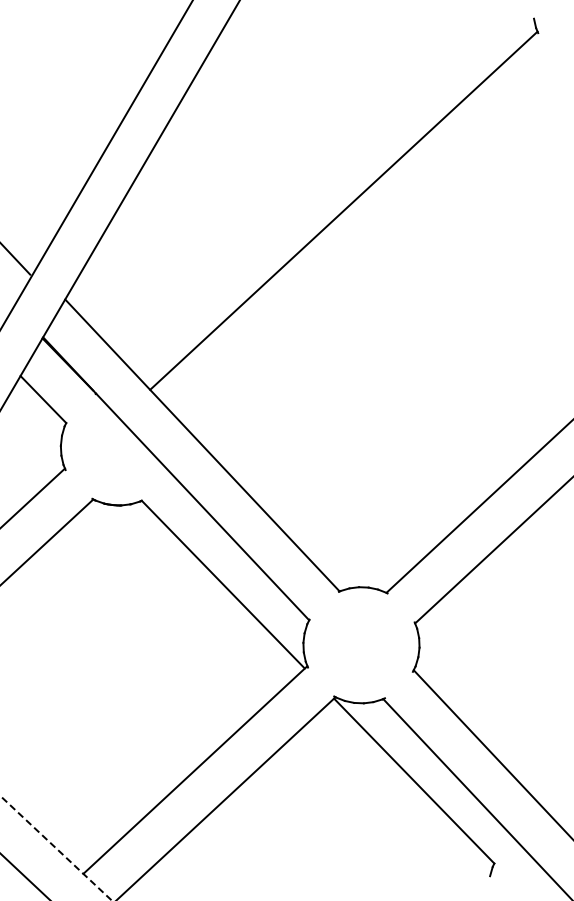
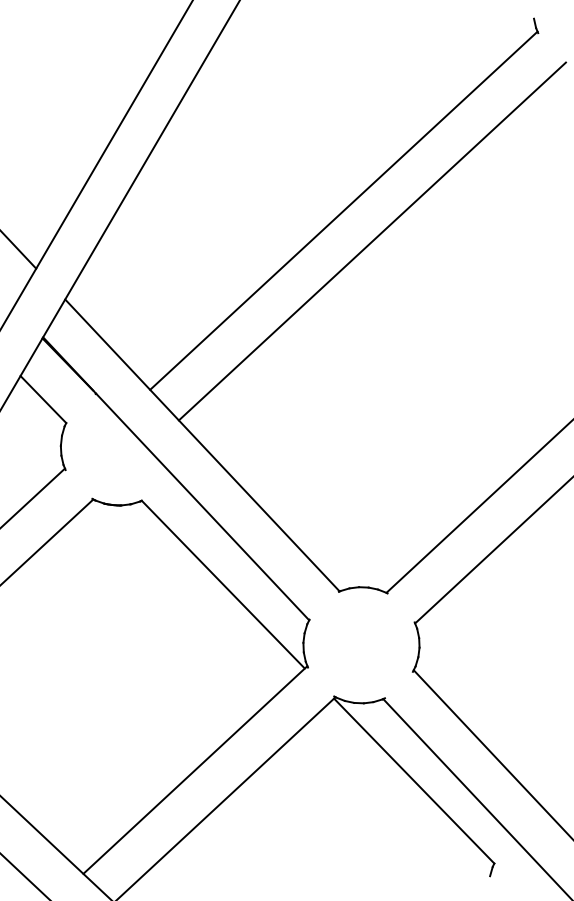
line at (371, 241): none -> present
line at (16, 259) position: (16, 259) -> (19, 250)
line at (55, 847): dashed -> solid
